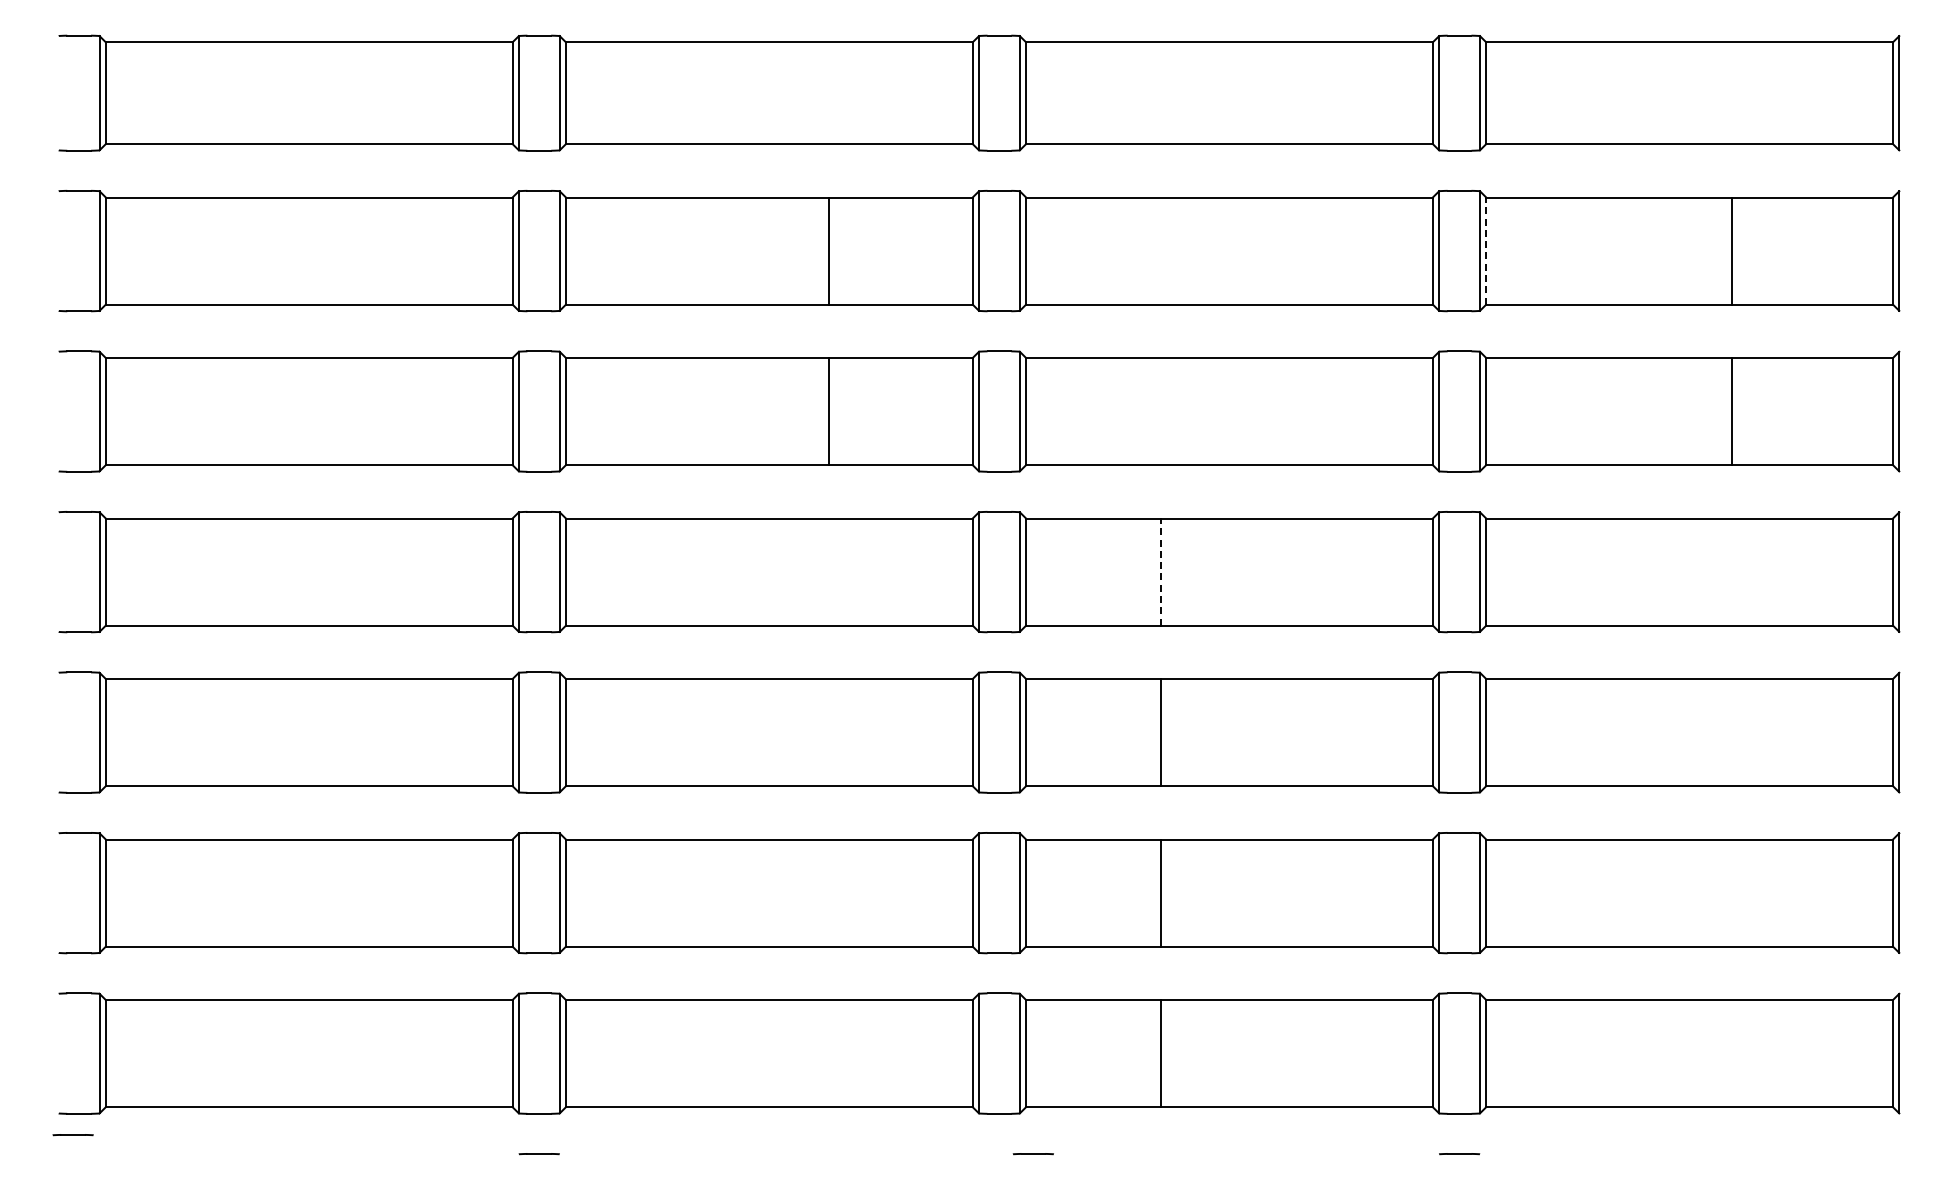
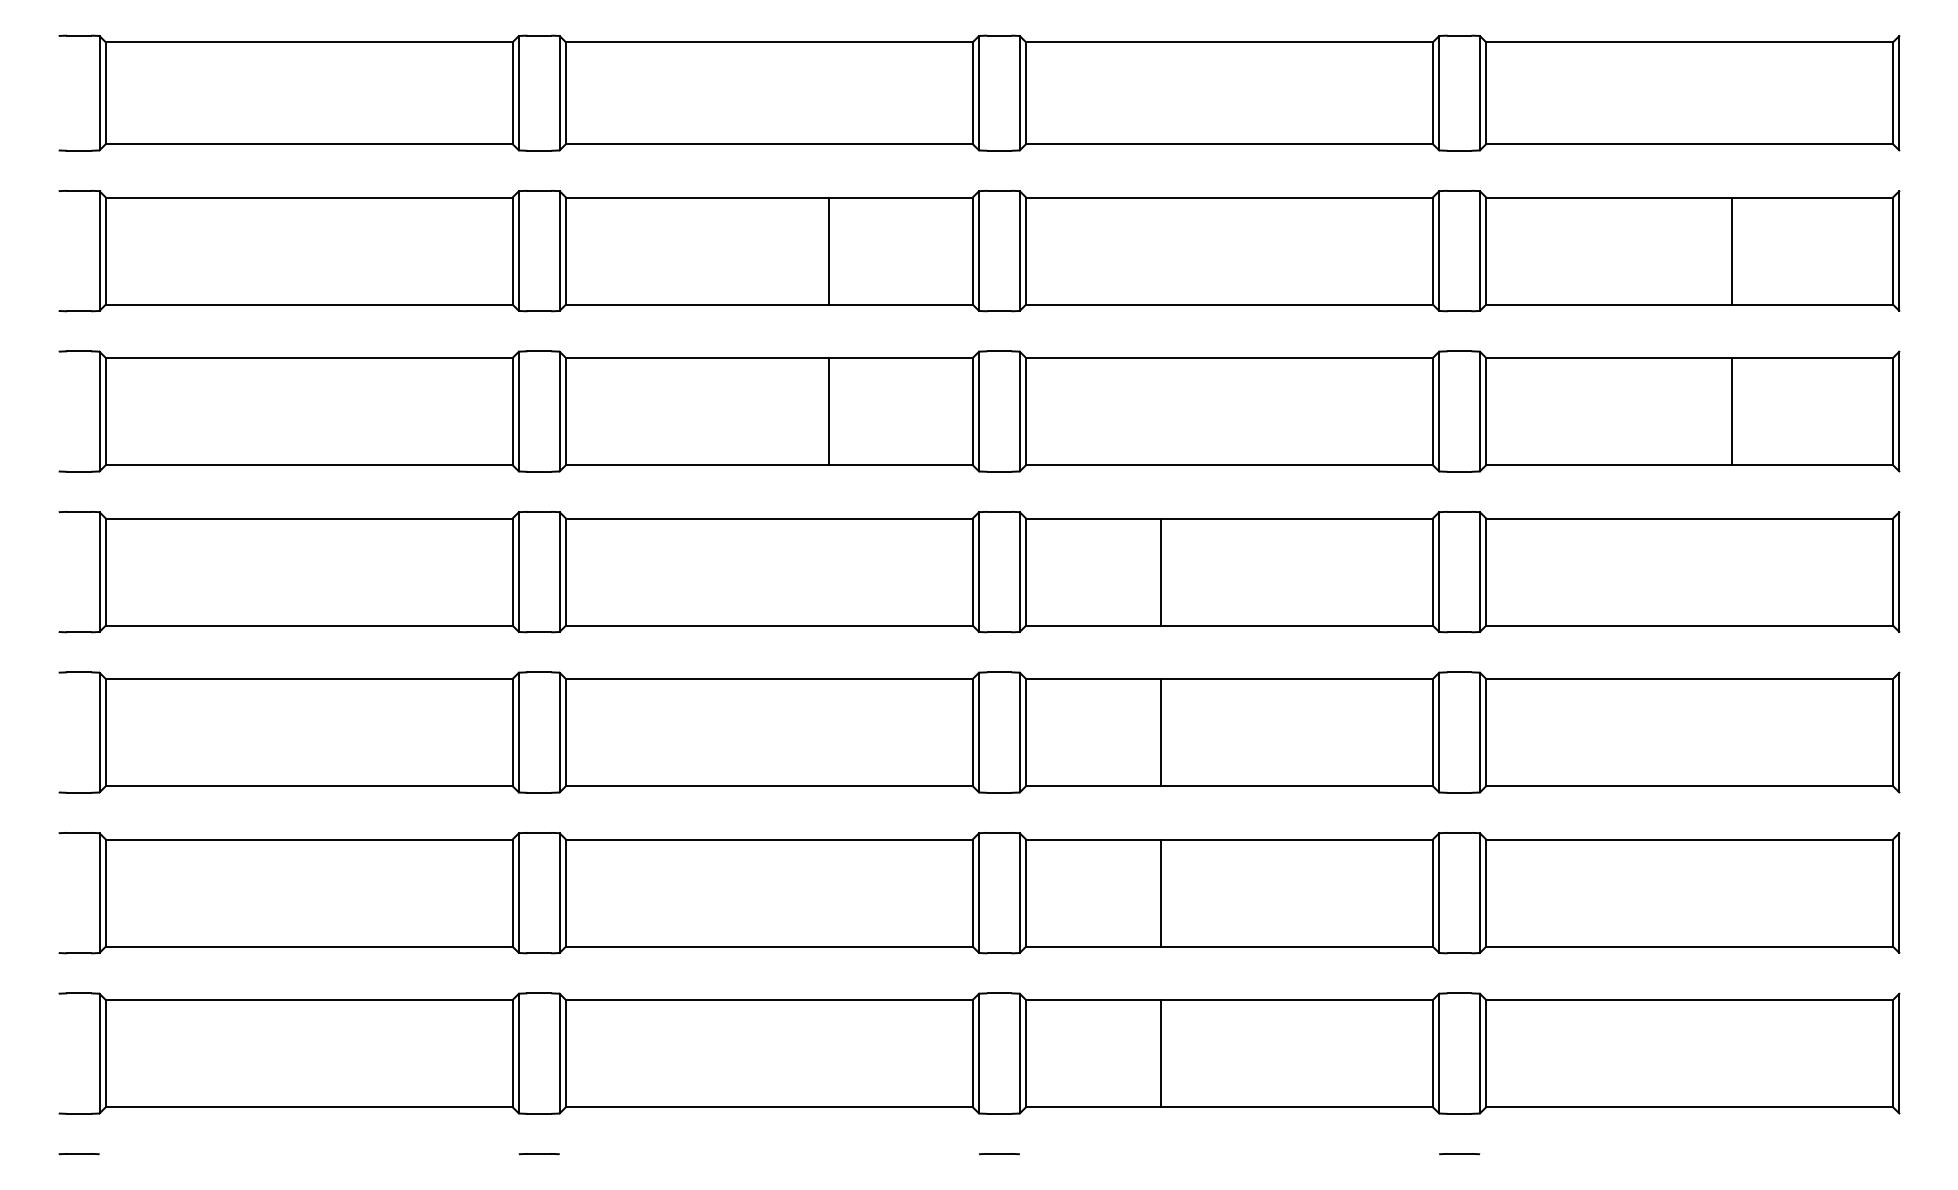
line at (1486, 251): dashed -> solid
line at (1161, 572): dashed -> solid
line at (72, 1135) position: (72, 1135) -> (78, 1154)
line at (1032, 1154) position: (1032, 1154) -> (998, 1154)
